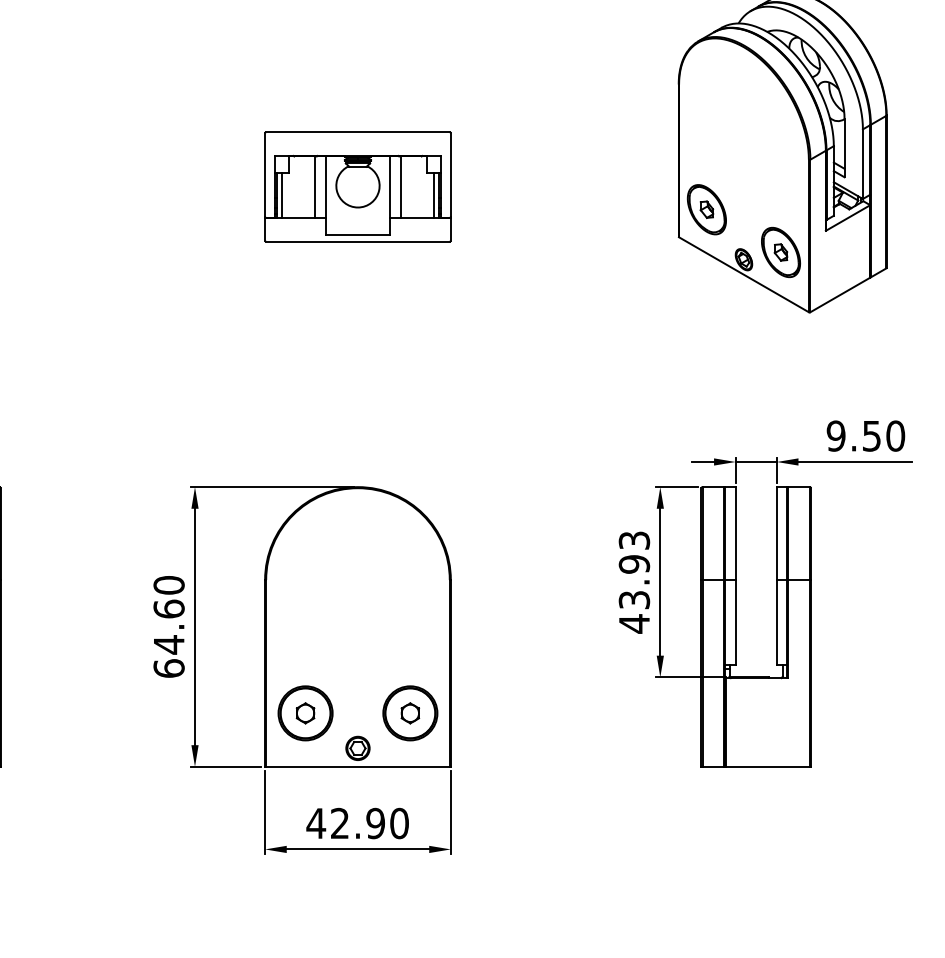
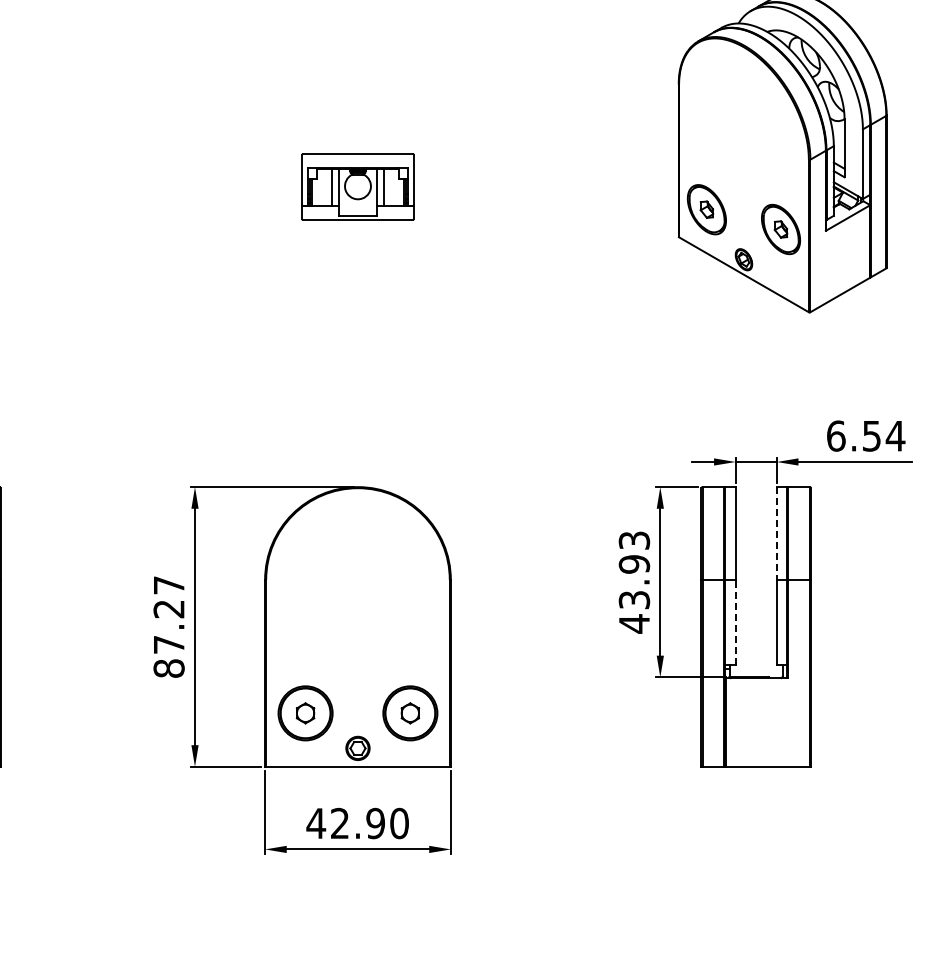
part at (357, 186) size: 188x112 px -> 114x68 px
part at (780, 252) position: (780, 252) -> (780, 229)
text at (865, 435): 9.50 -> 6.54
line at (776, 534): solid -> dashed
line at (735, 622): solid -> dashed
text at (168, 626): 64.60 -> 87.27
